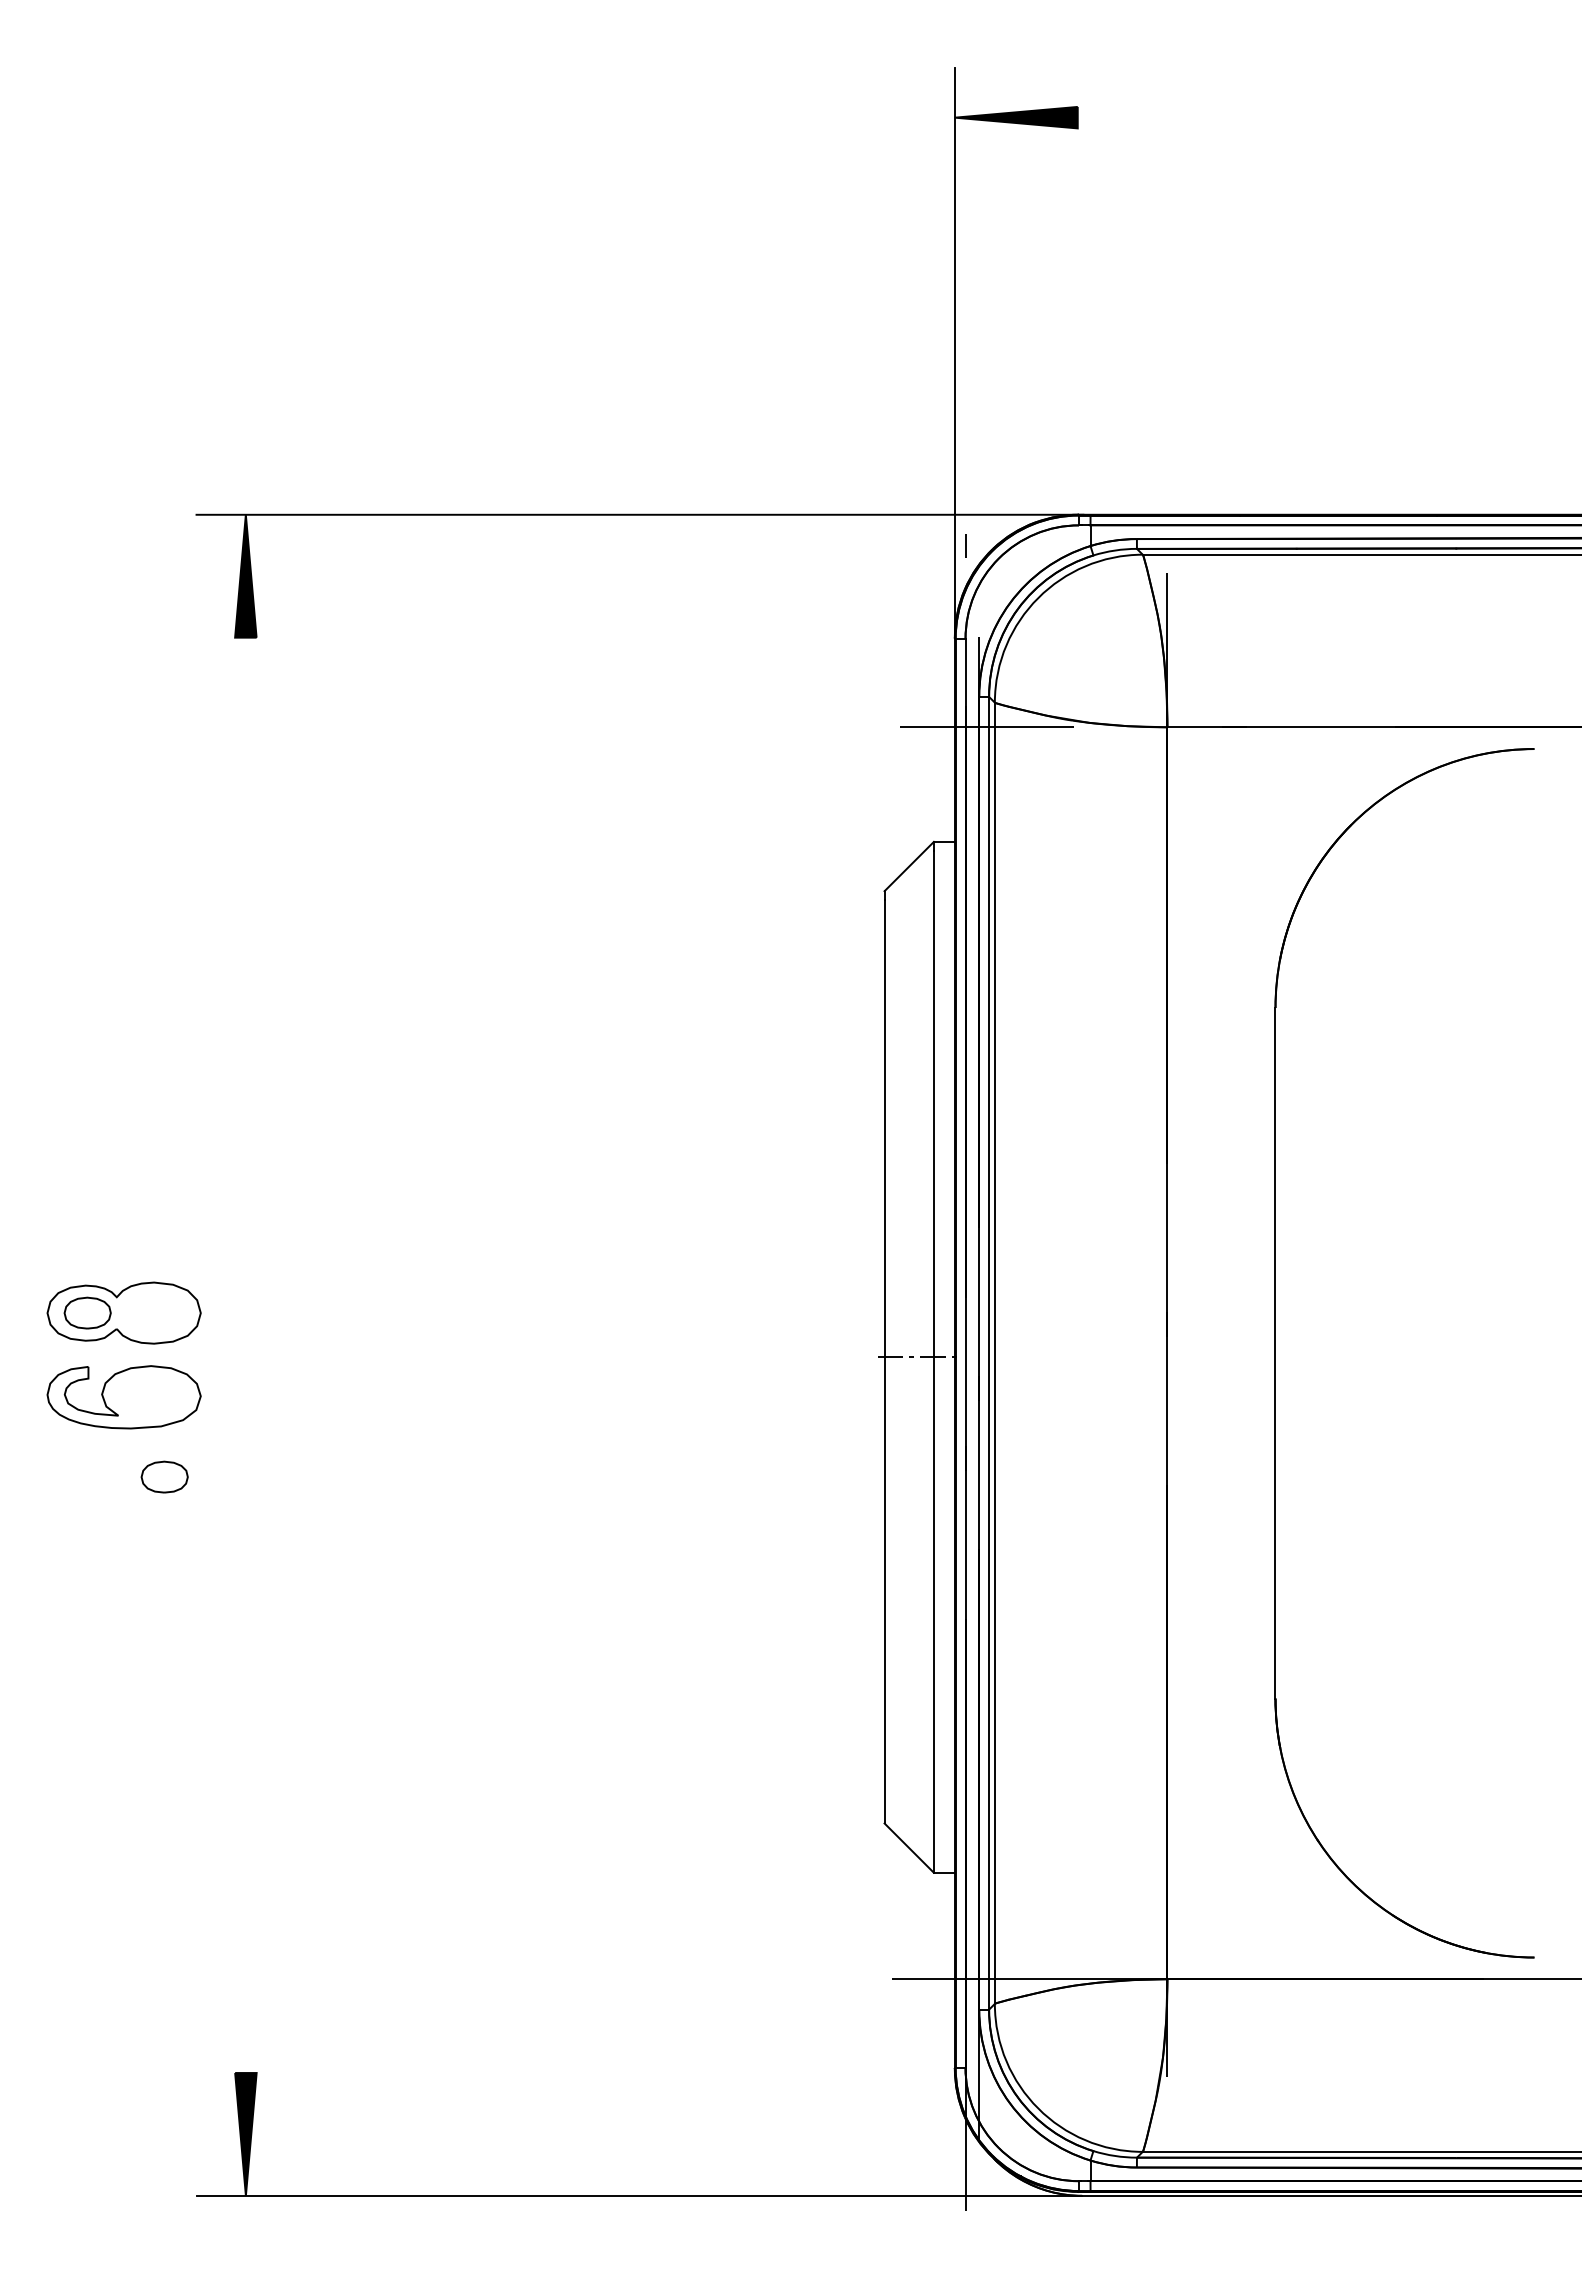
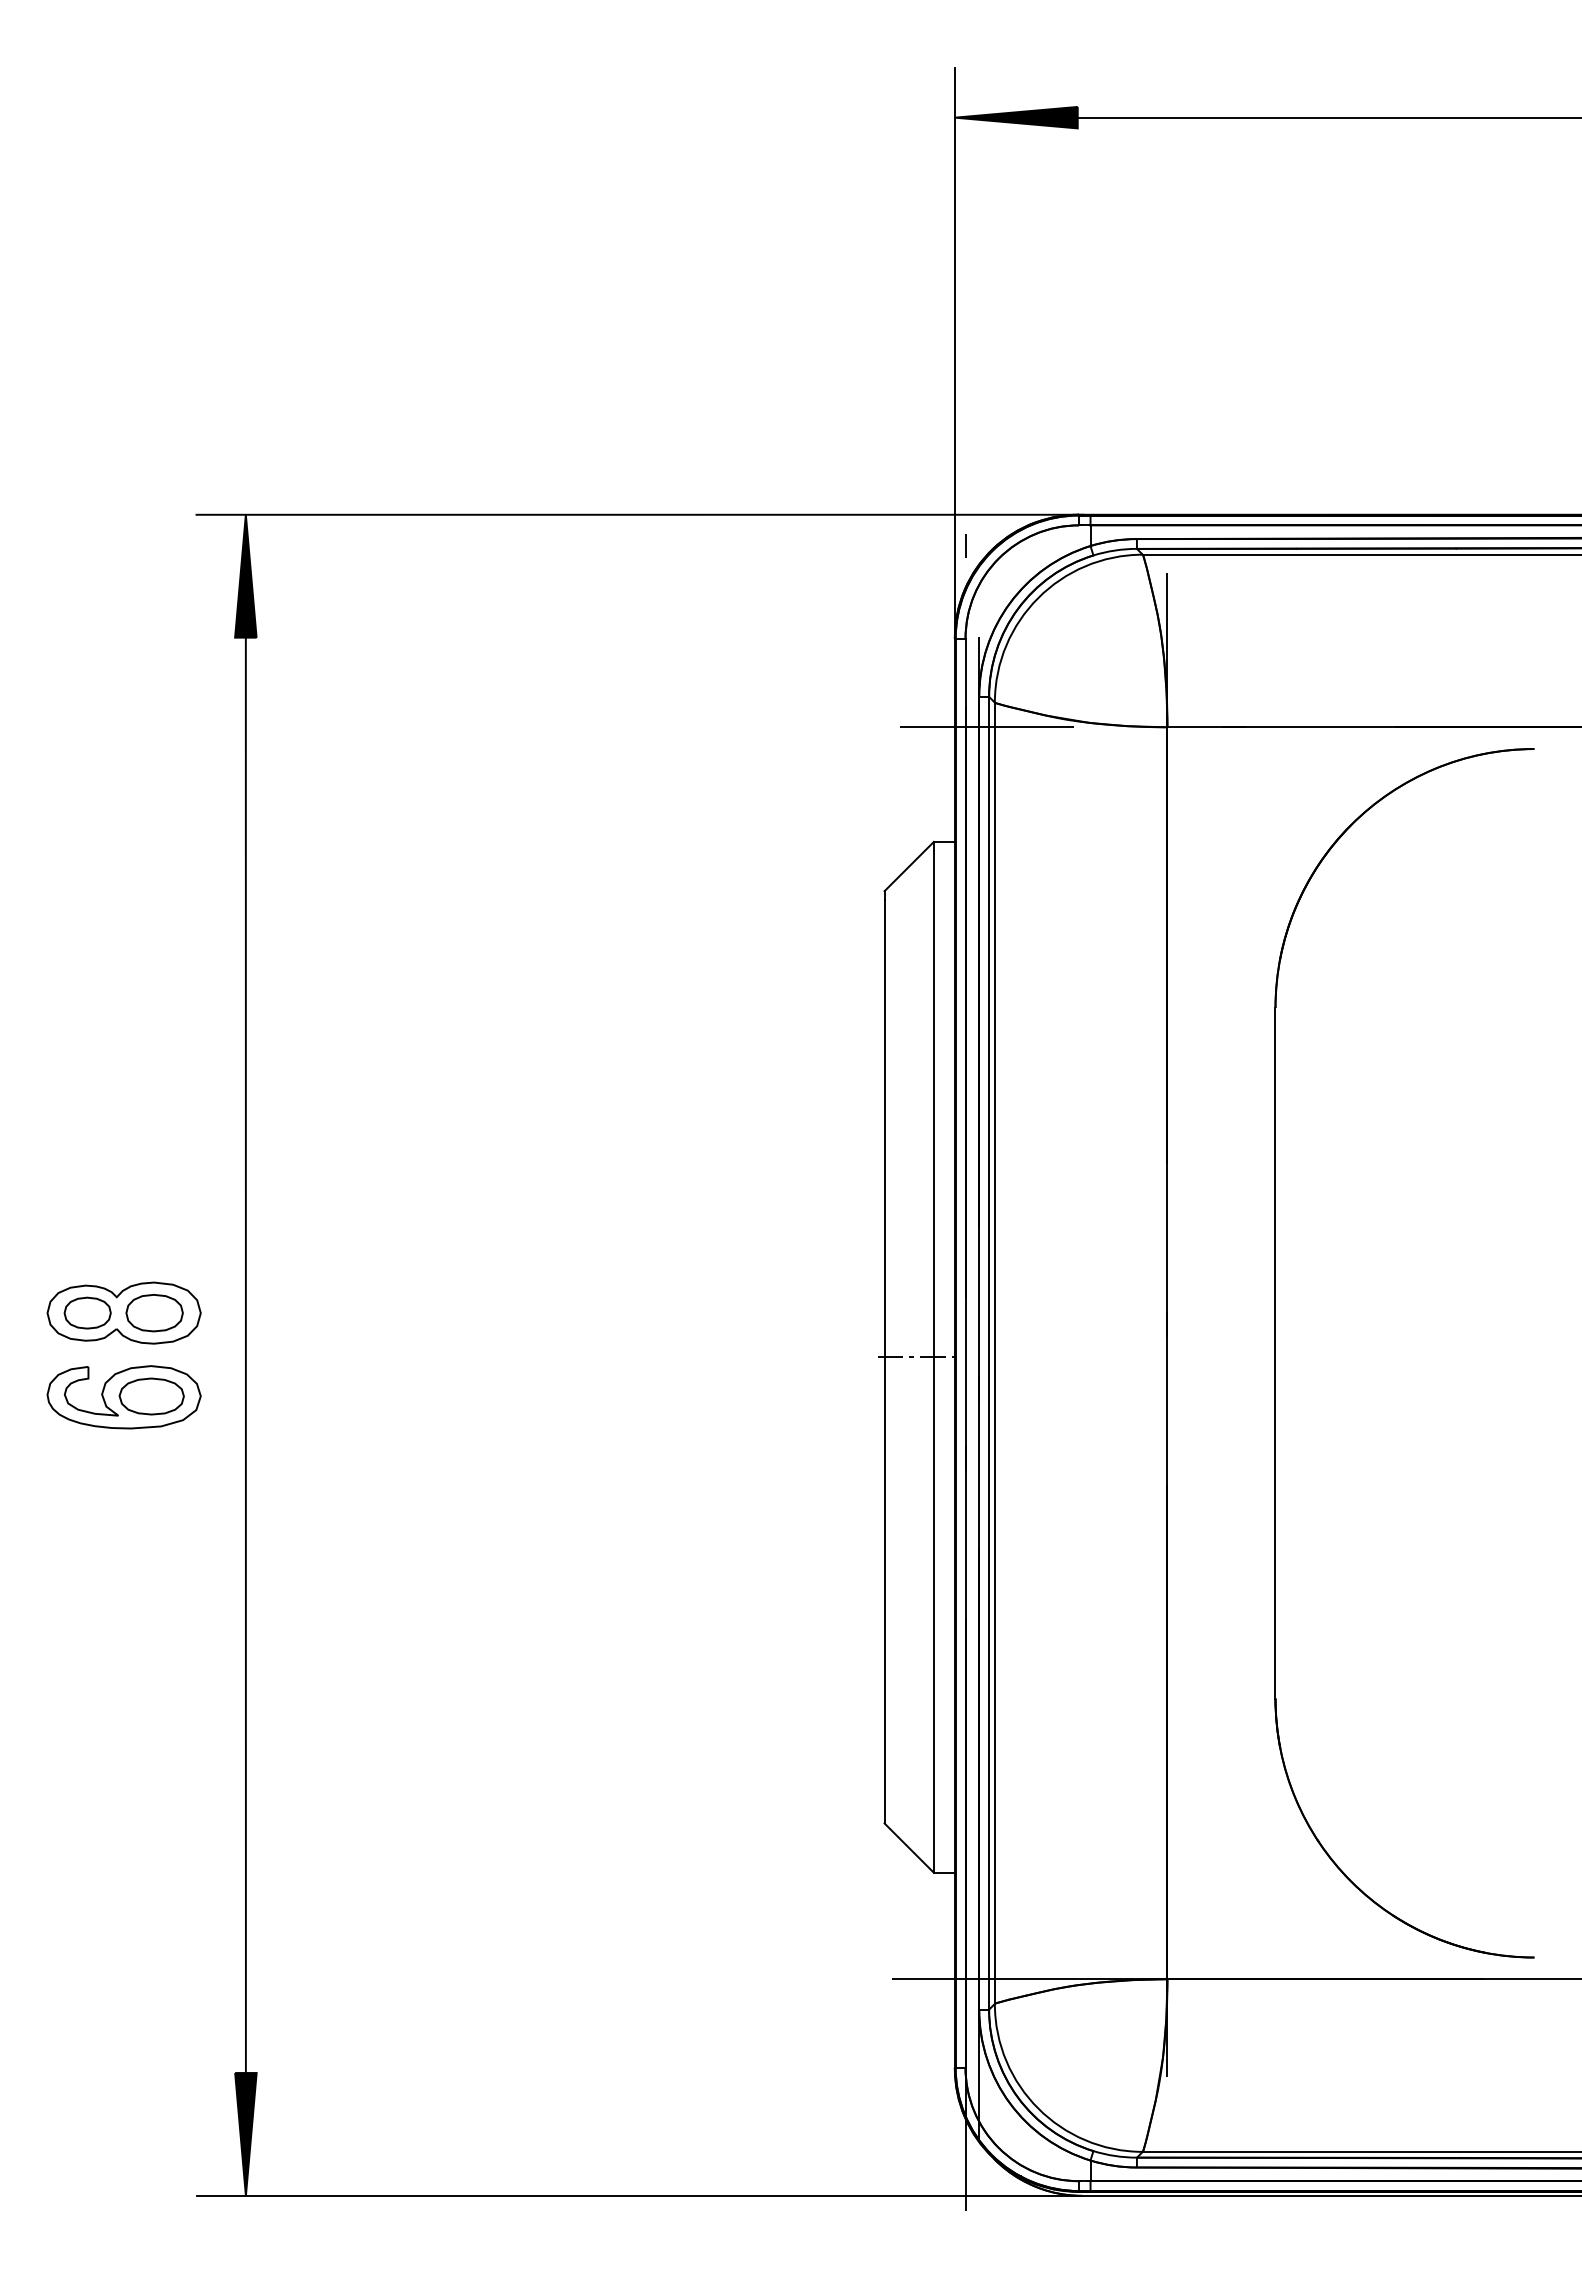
line at (1327, 117): none -> present
part at (154, 1313): none -> present
line at (245, 1355): none -> present
part at (151, 1396): none -> present
part at (164, 1476): present -> none
